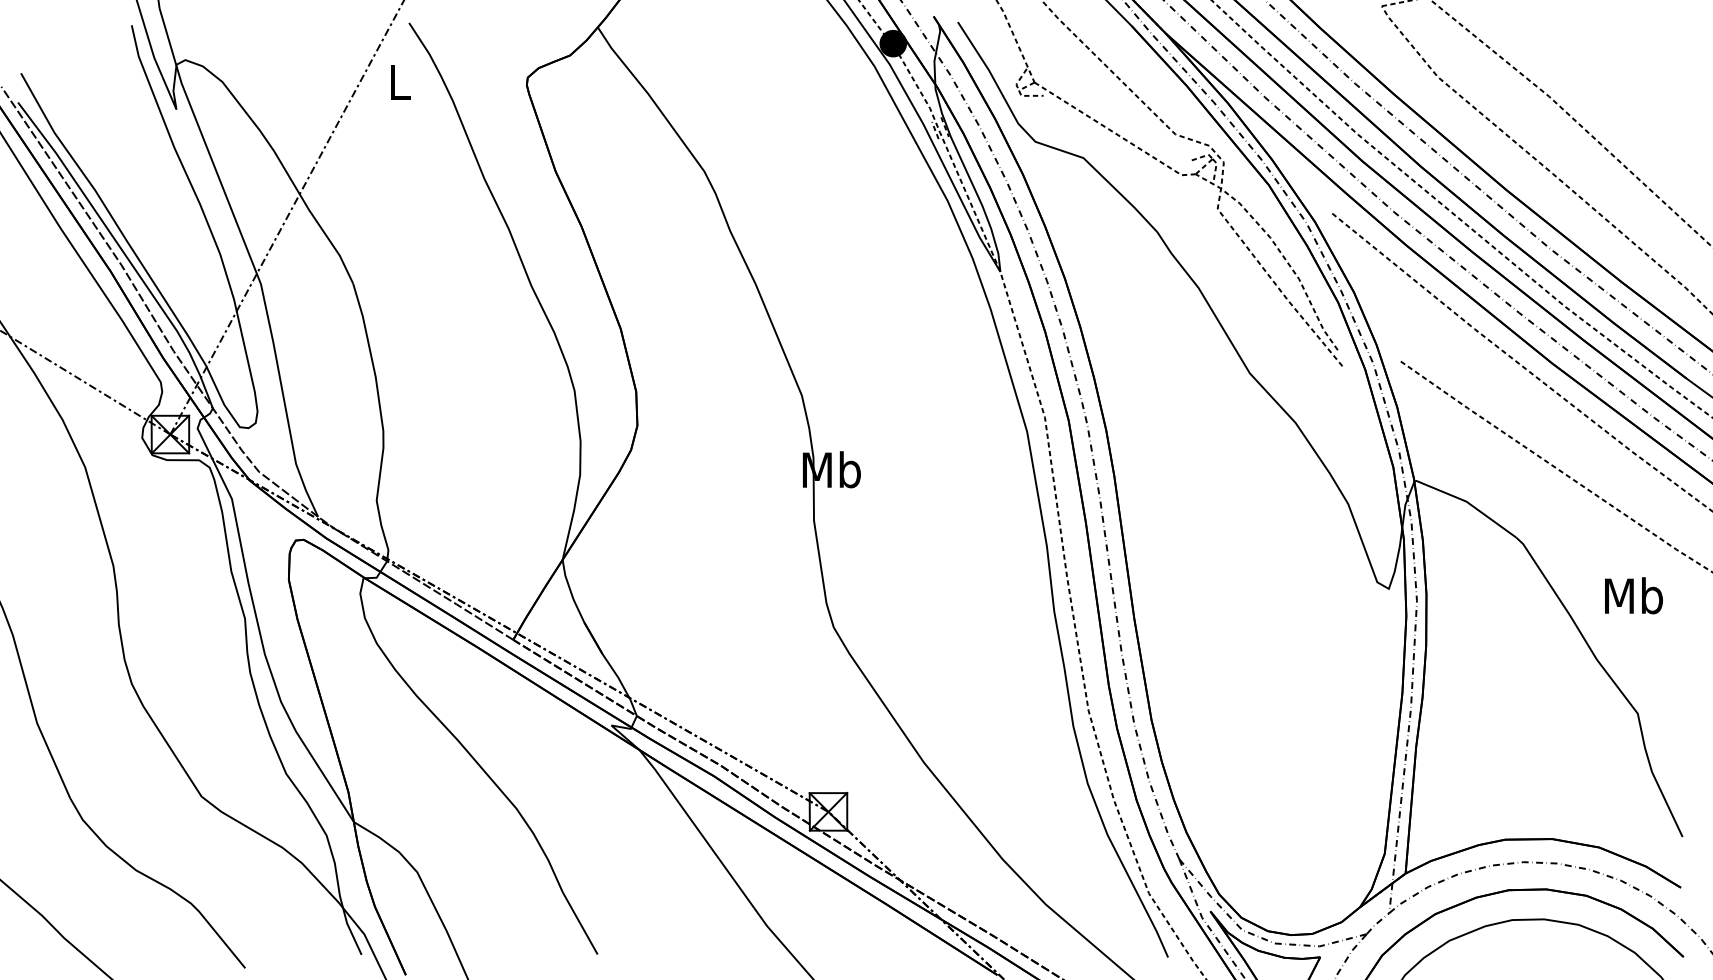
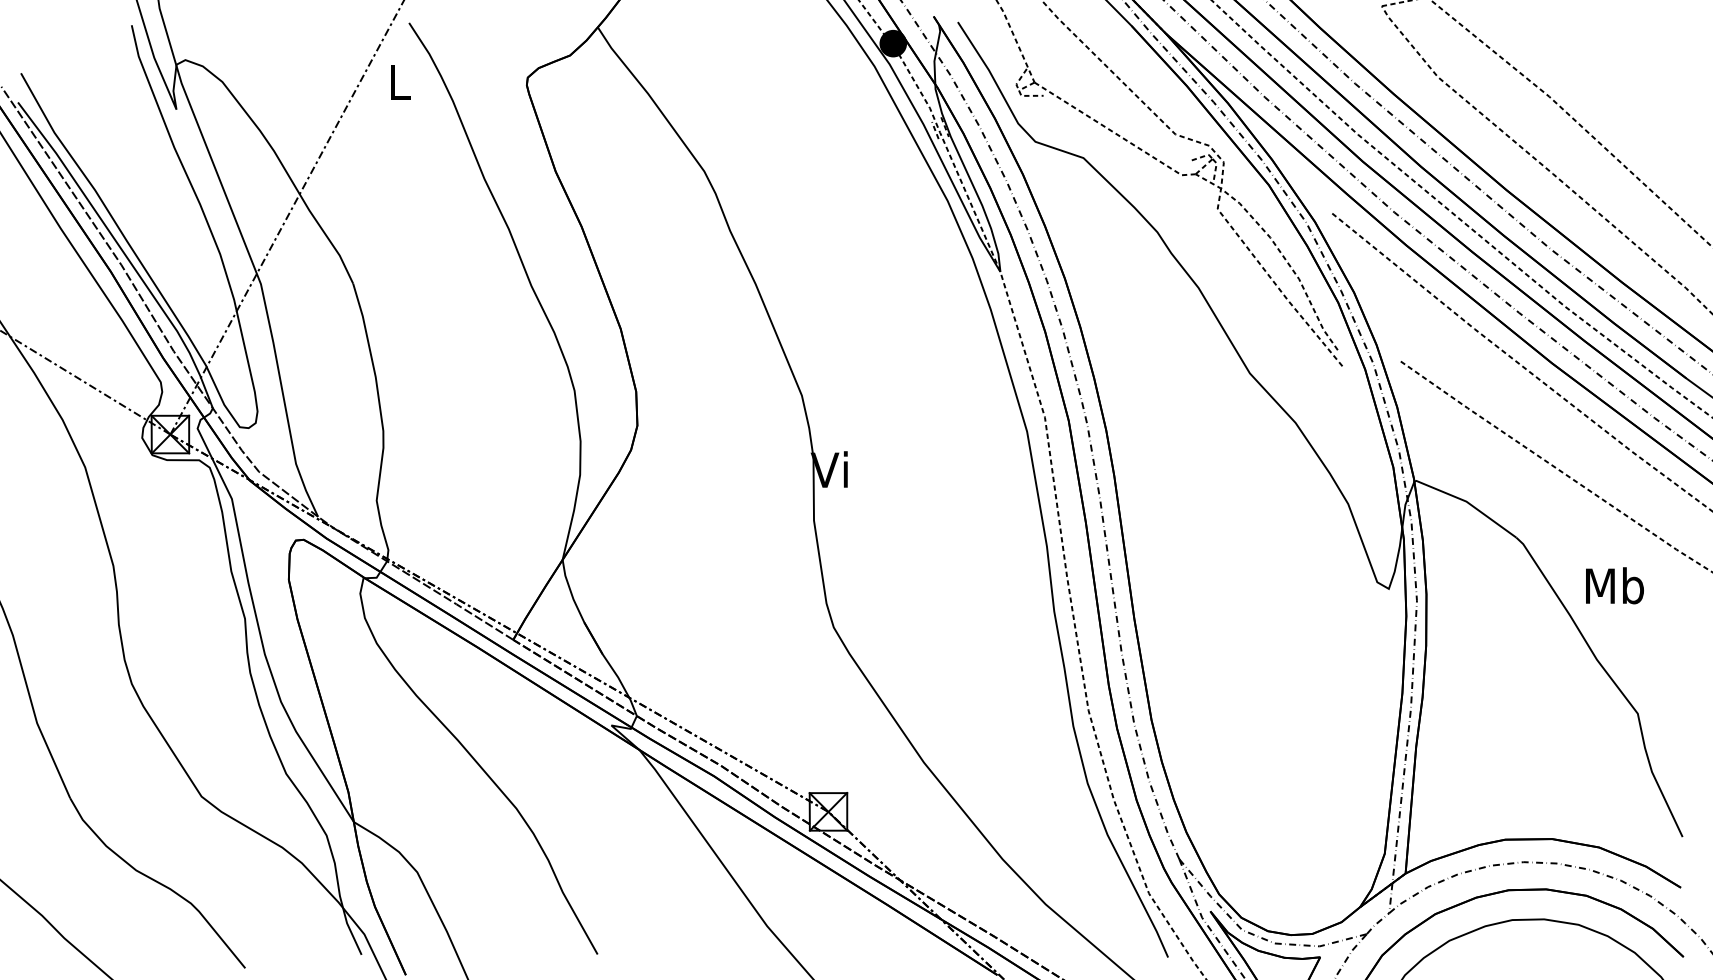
text at (831, 469): Mb -> Vi
text at (1633, 595) position: (1633, 595) -> (1614, 585)
